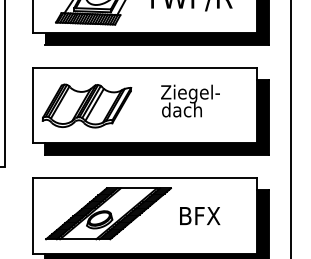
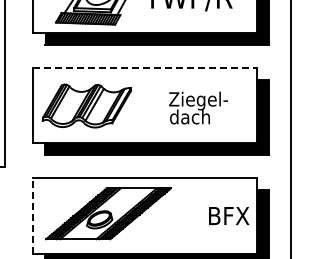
line at (145, 67): solid -> dashed
text at (190, 100) position: (190, 100) -> (198, 107)
text at (200, 215) position: (200, 215) -> (229, 215)
line at (33, 216): solid -> dashed
